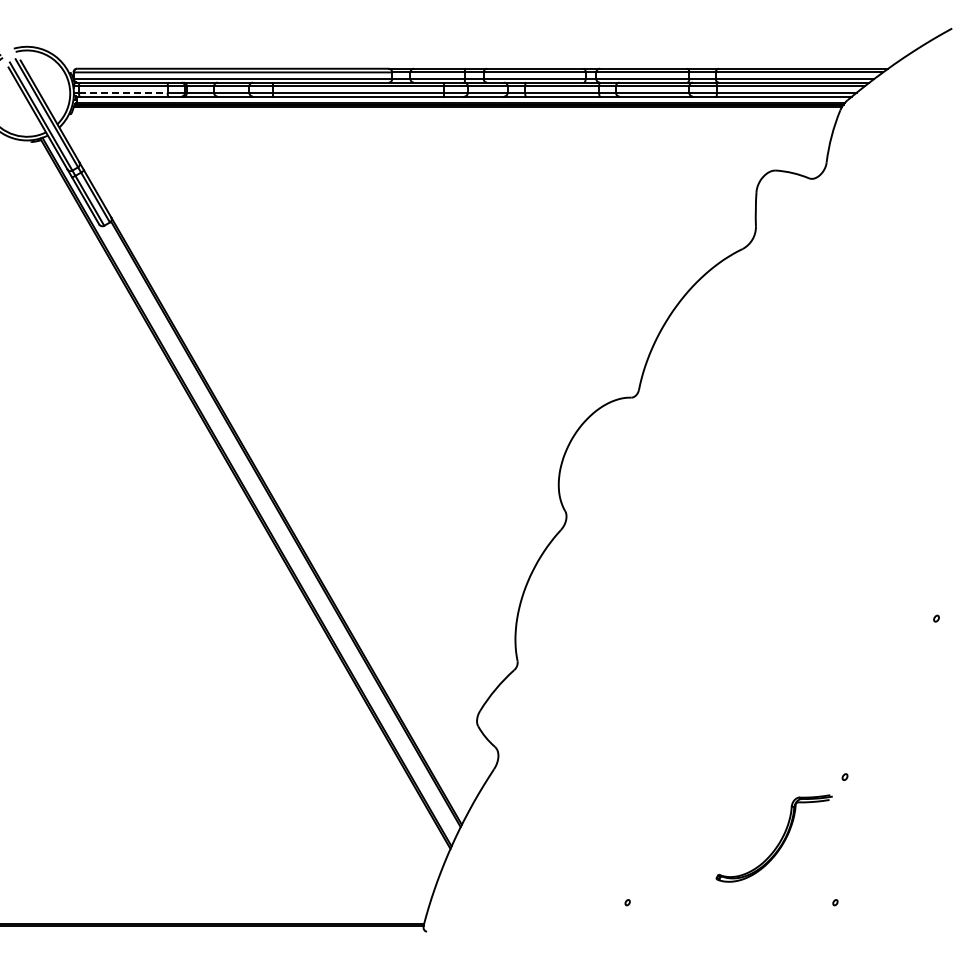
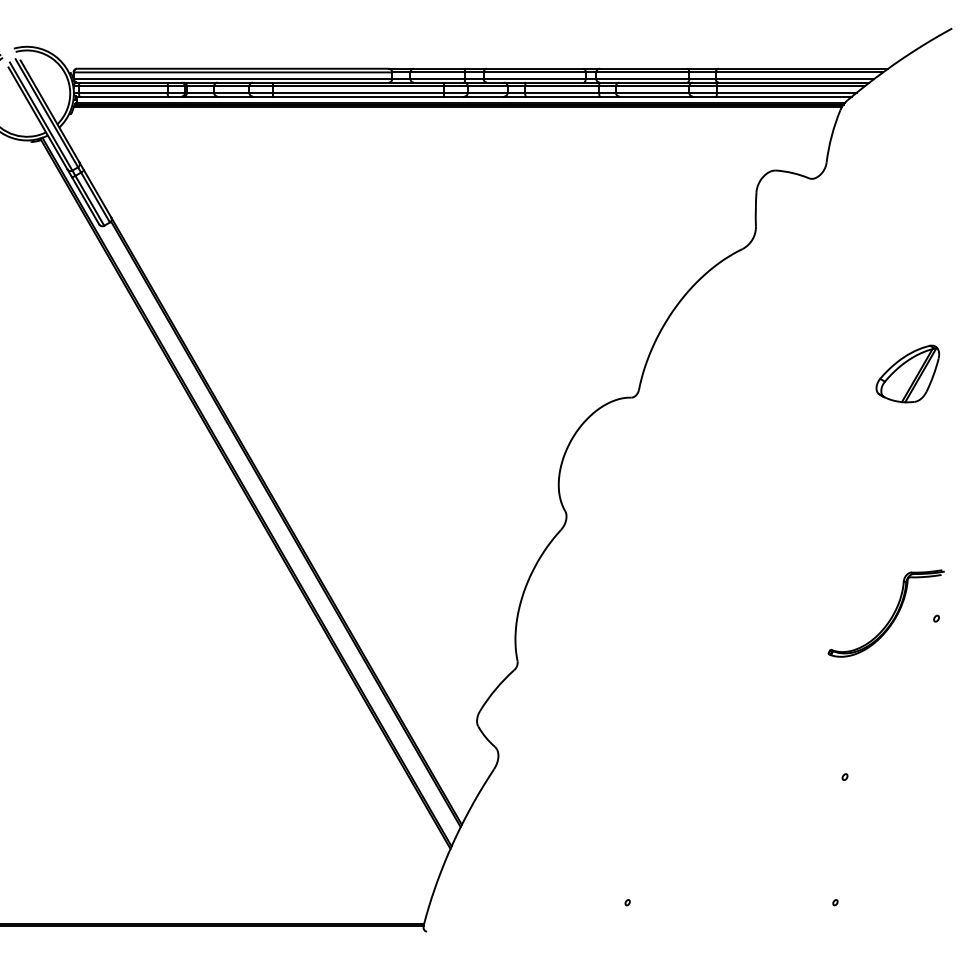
line at (123, 92): dashed -> solid
part at (907, 373): none -> present
part at (778, 842) position: (778, 842) -> (890, 617)
